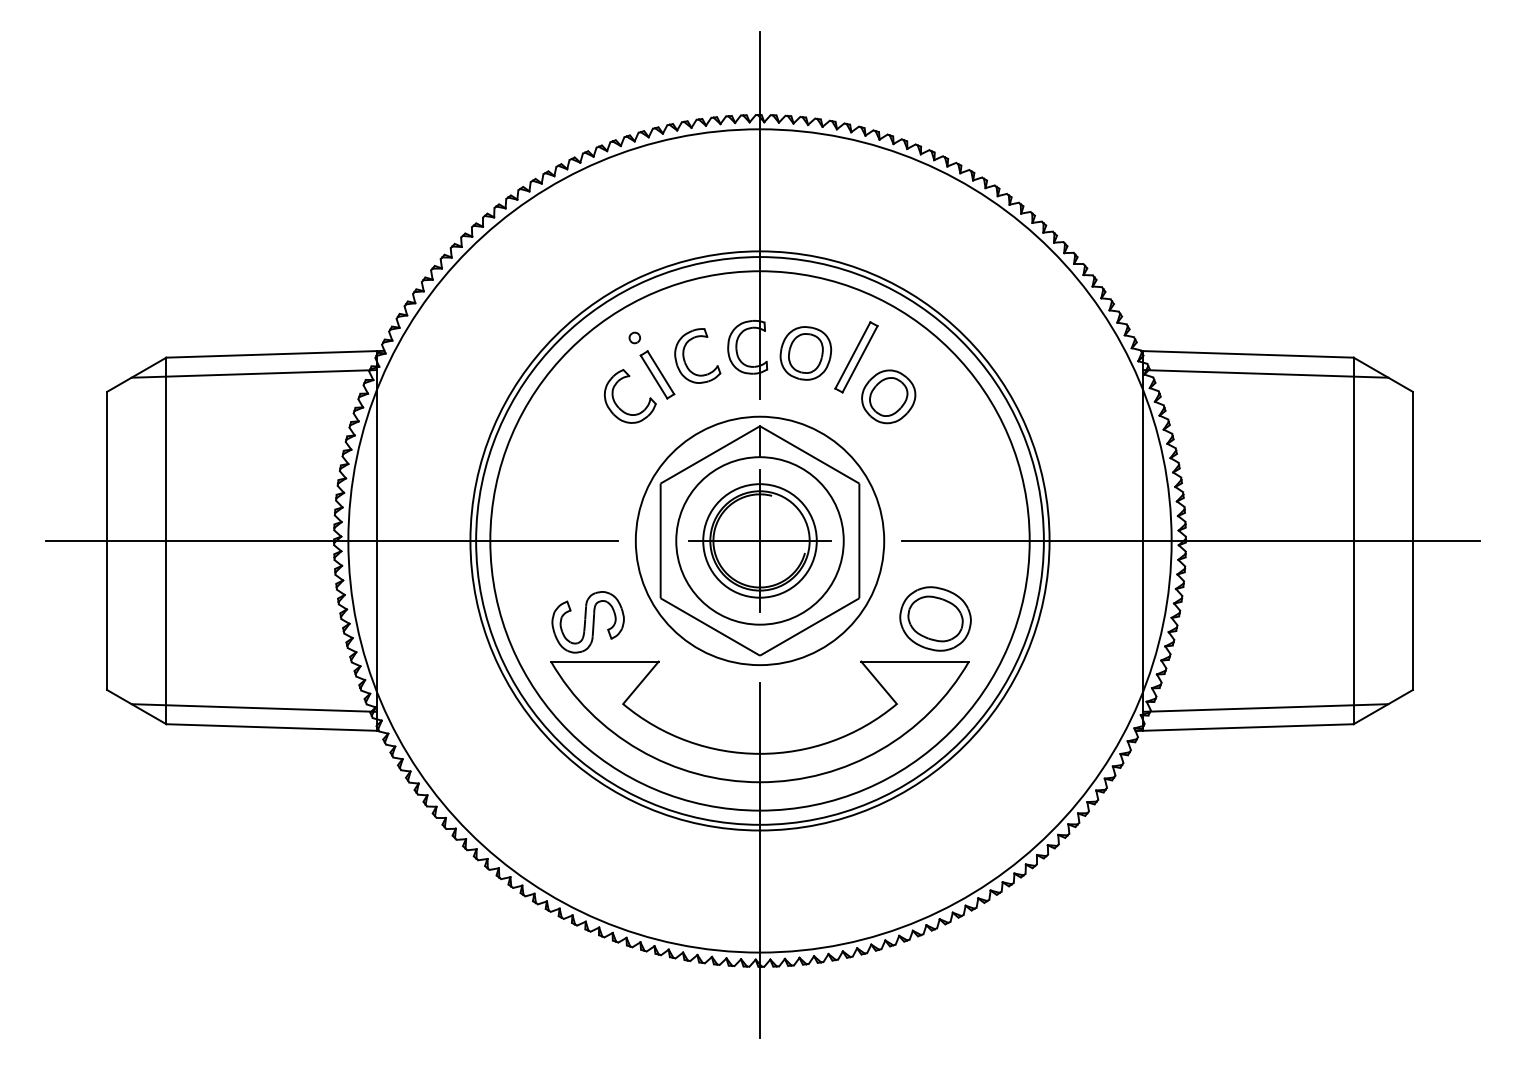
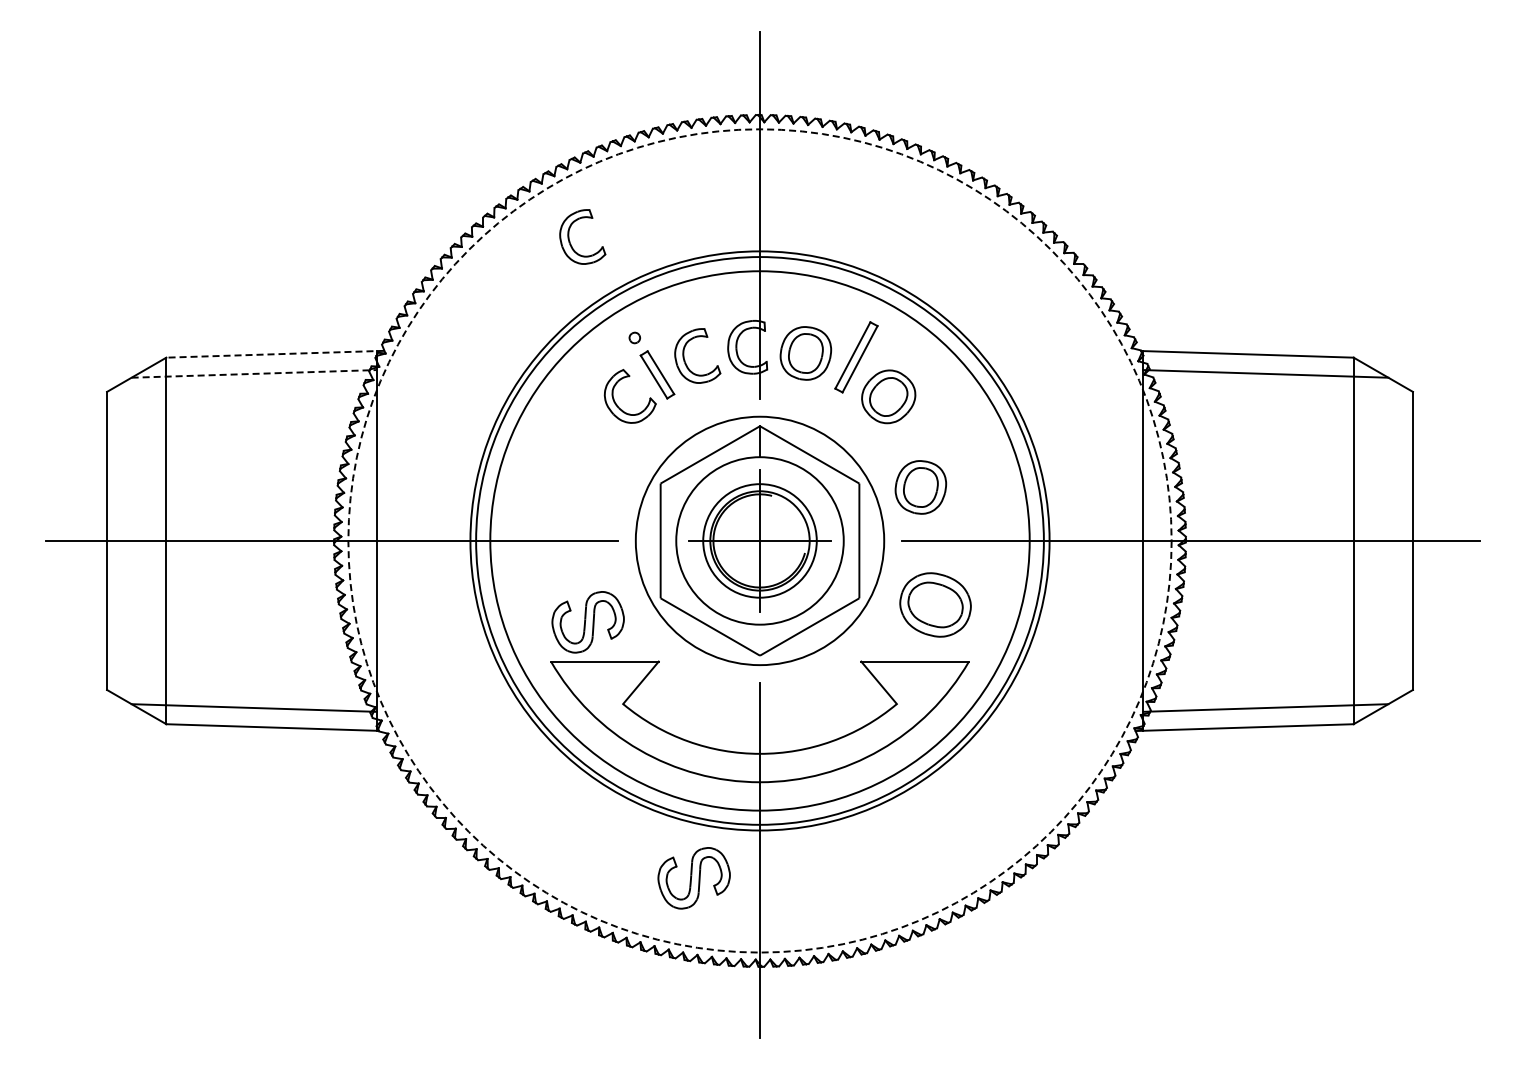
part at (569, 236): none -> present
line at (274, 354): solid -> dashed
line at (254, 373): solid -> dashed
part at (920, 487): none -> present
circle at (759, 540): solid -> dashed
part at (935, 618) position: (935, 618) -> (935, 604)
part at (693, 878): none -> present
